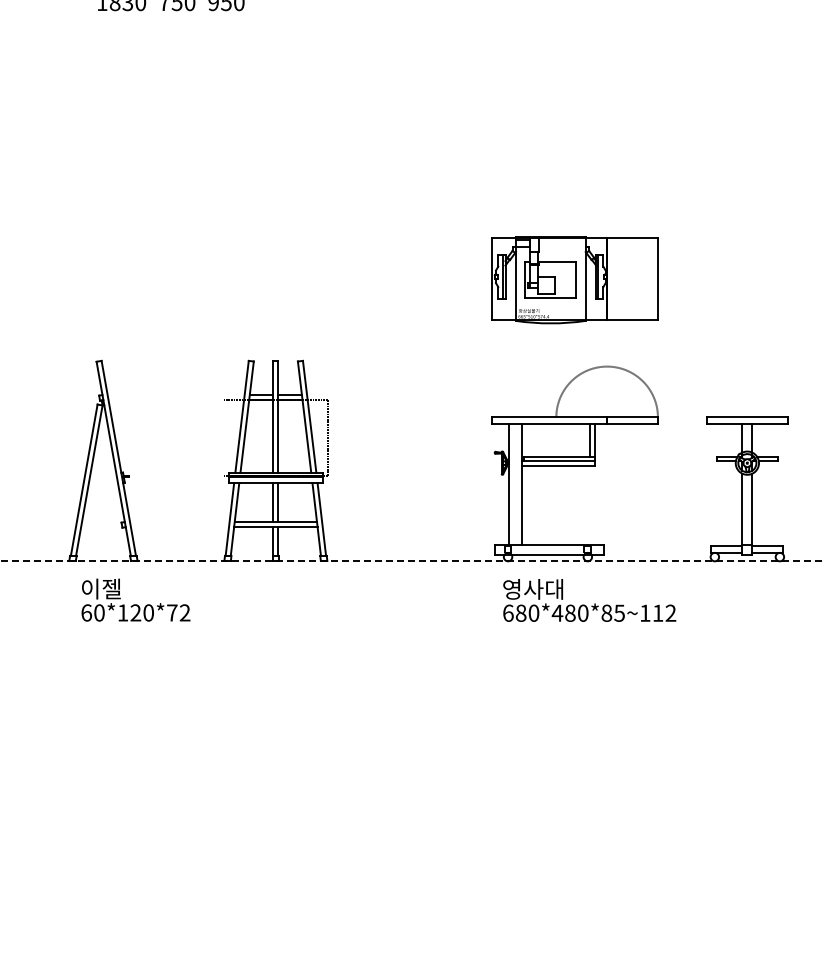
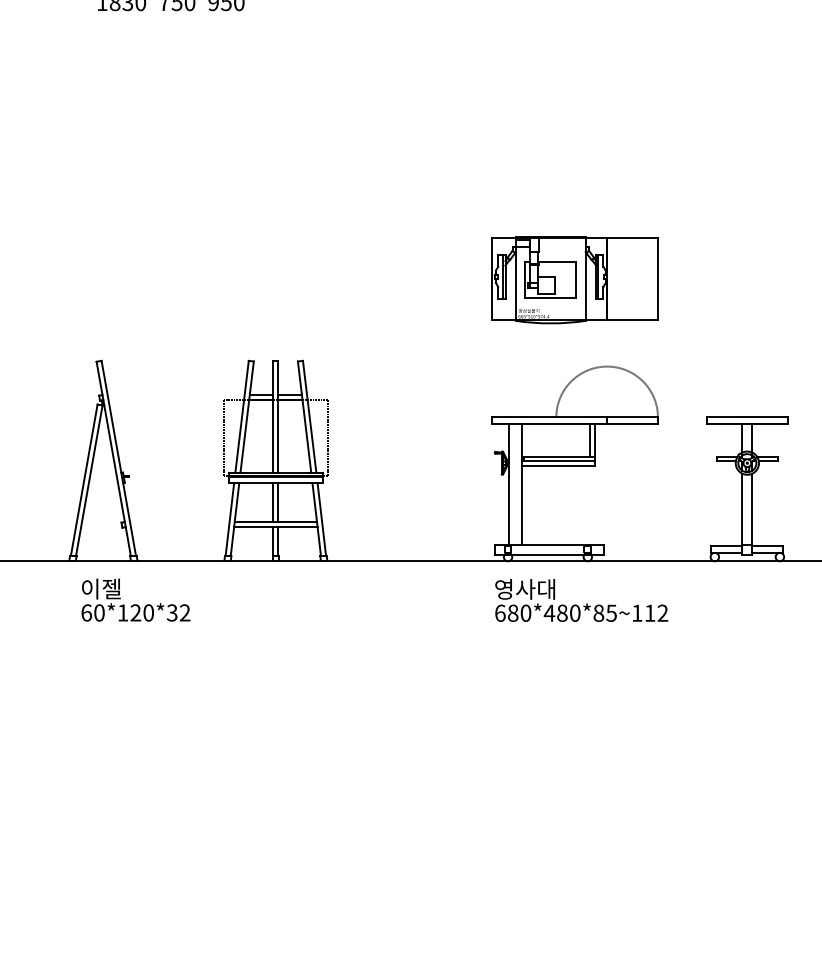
line at (224, 438): none -> present
line at (411, 561): dashed -> solid
text at (589, 600) position: (589, 600) -> (581, 600)
text at (171, 612): 60*120*72 -> 60*120*32
